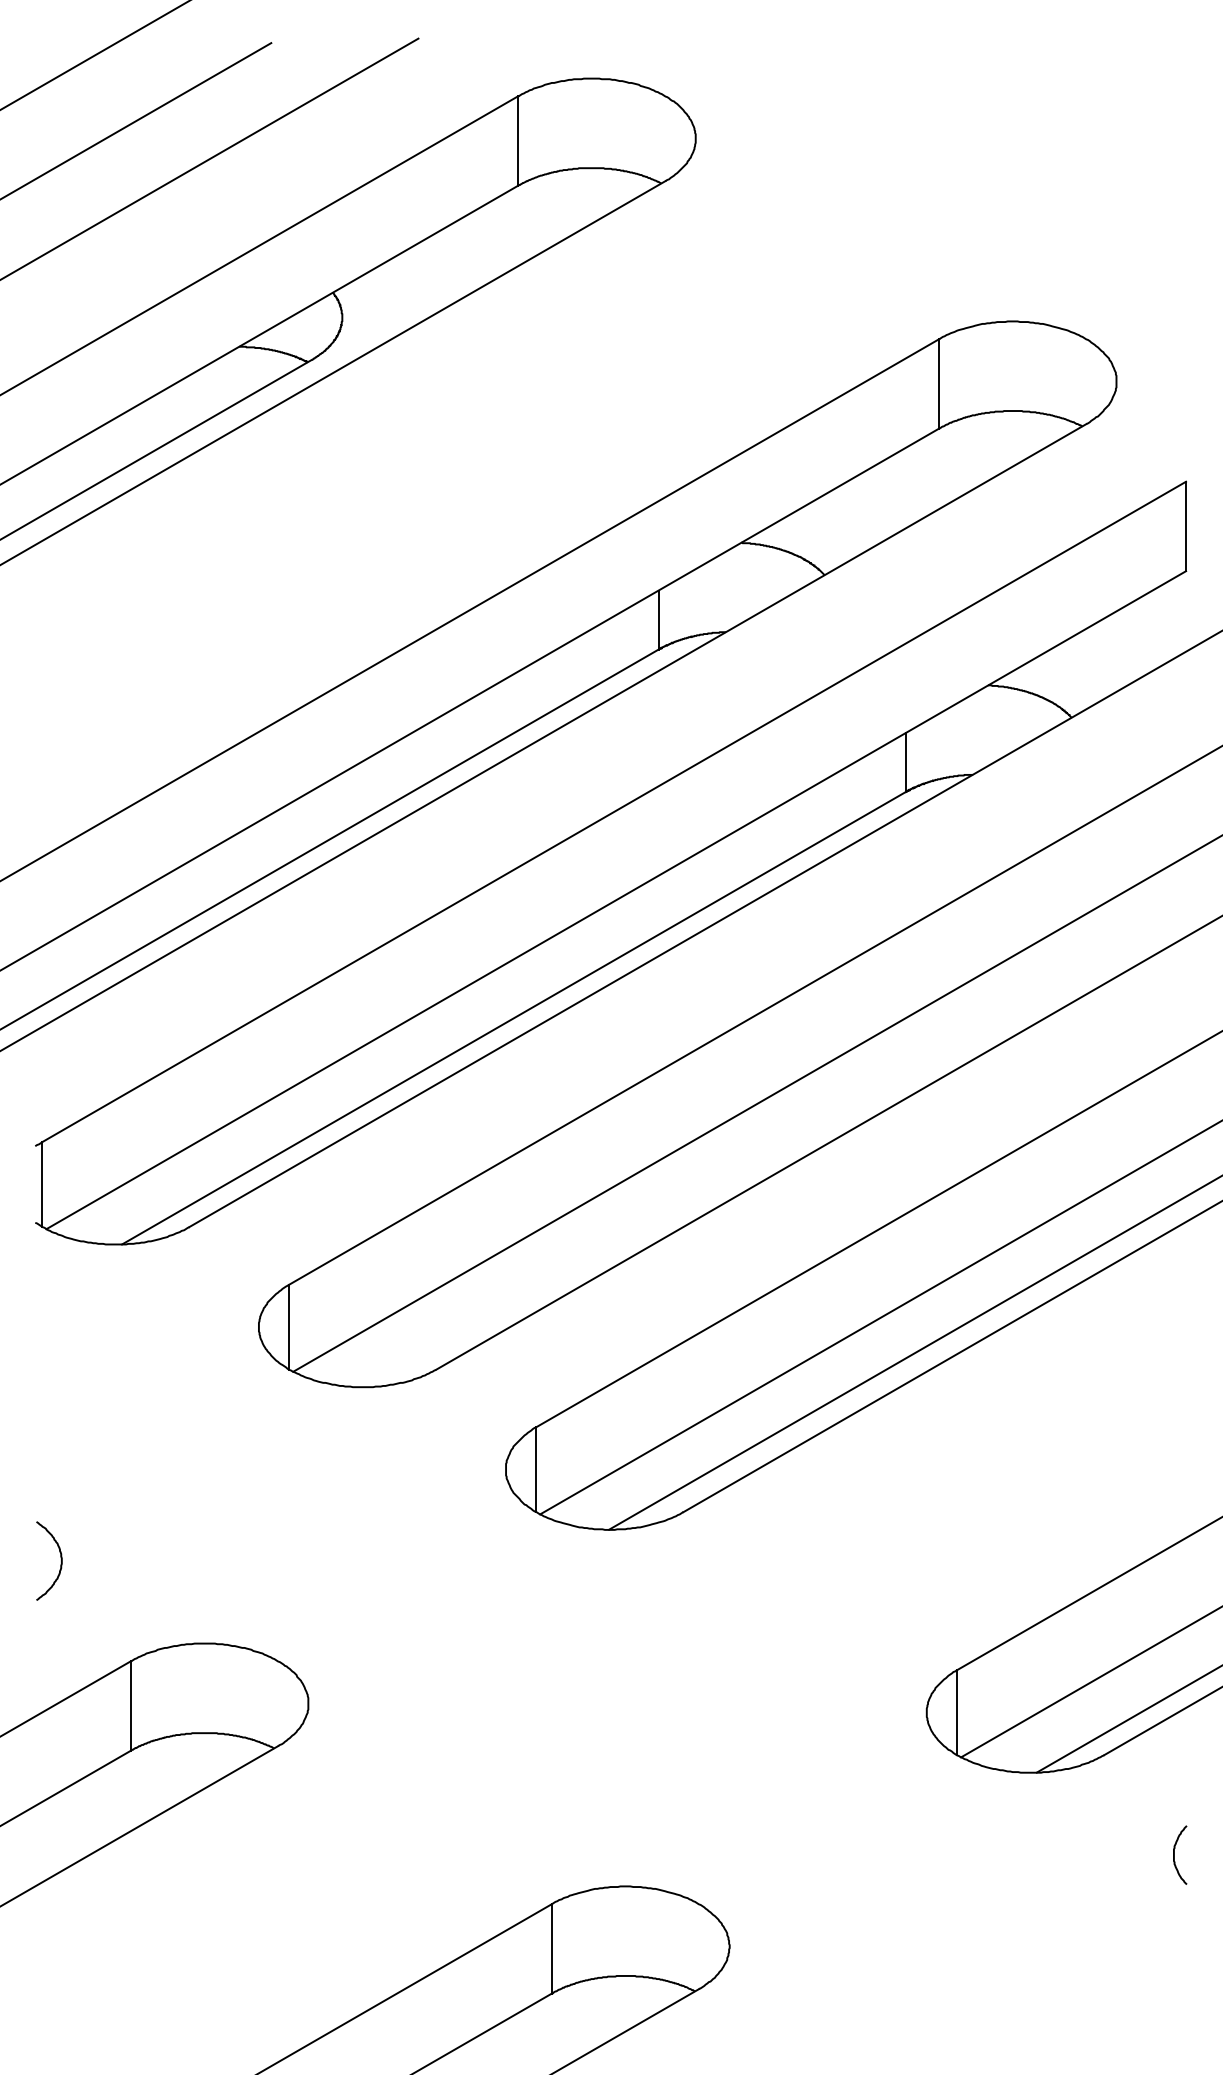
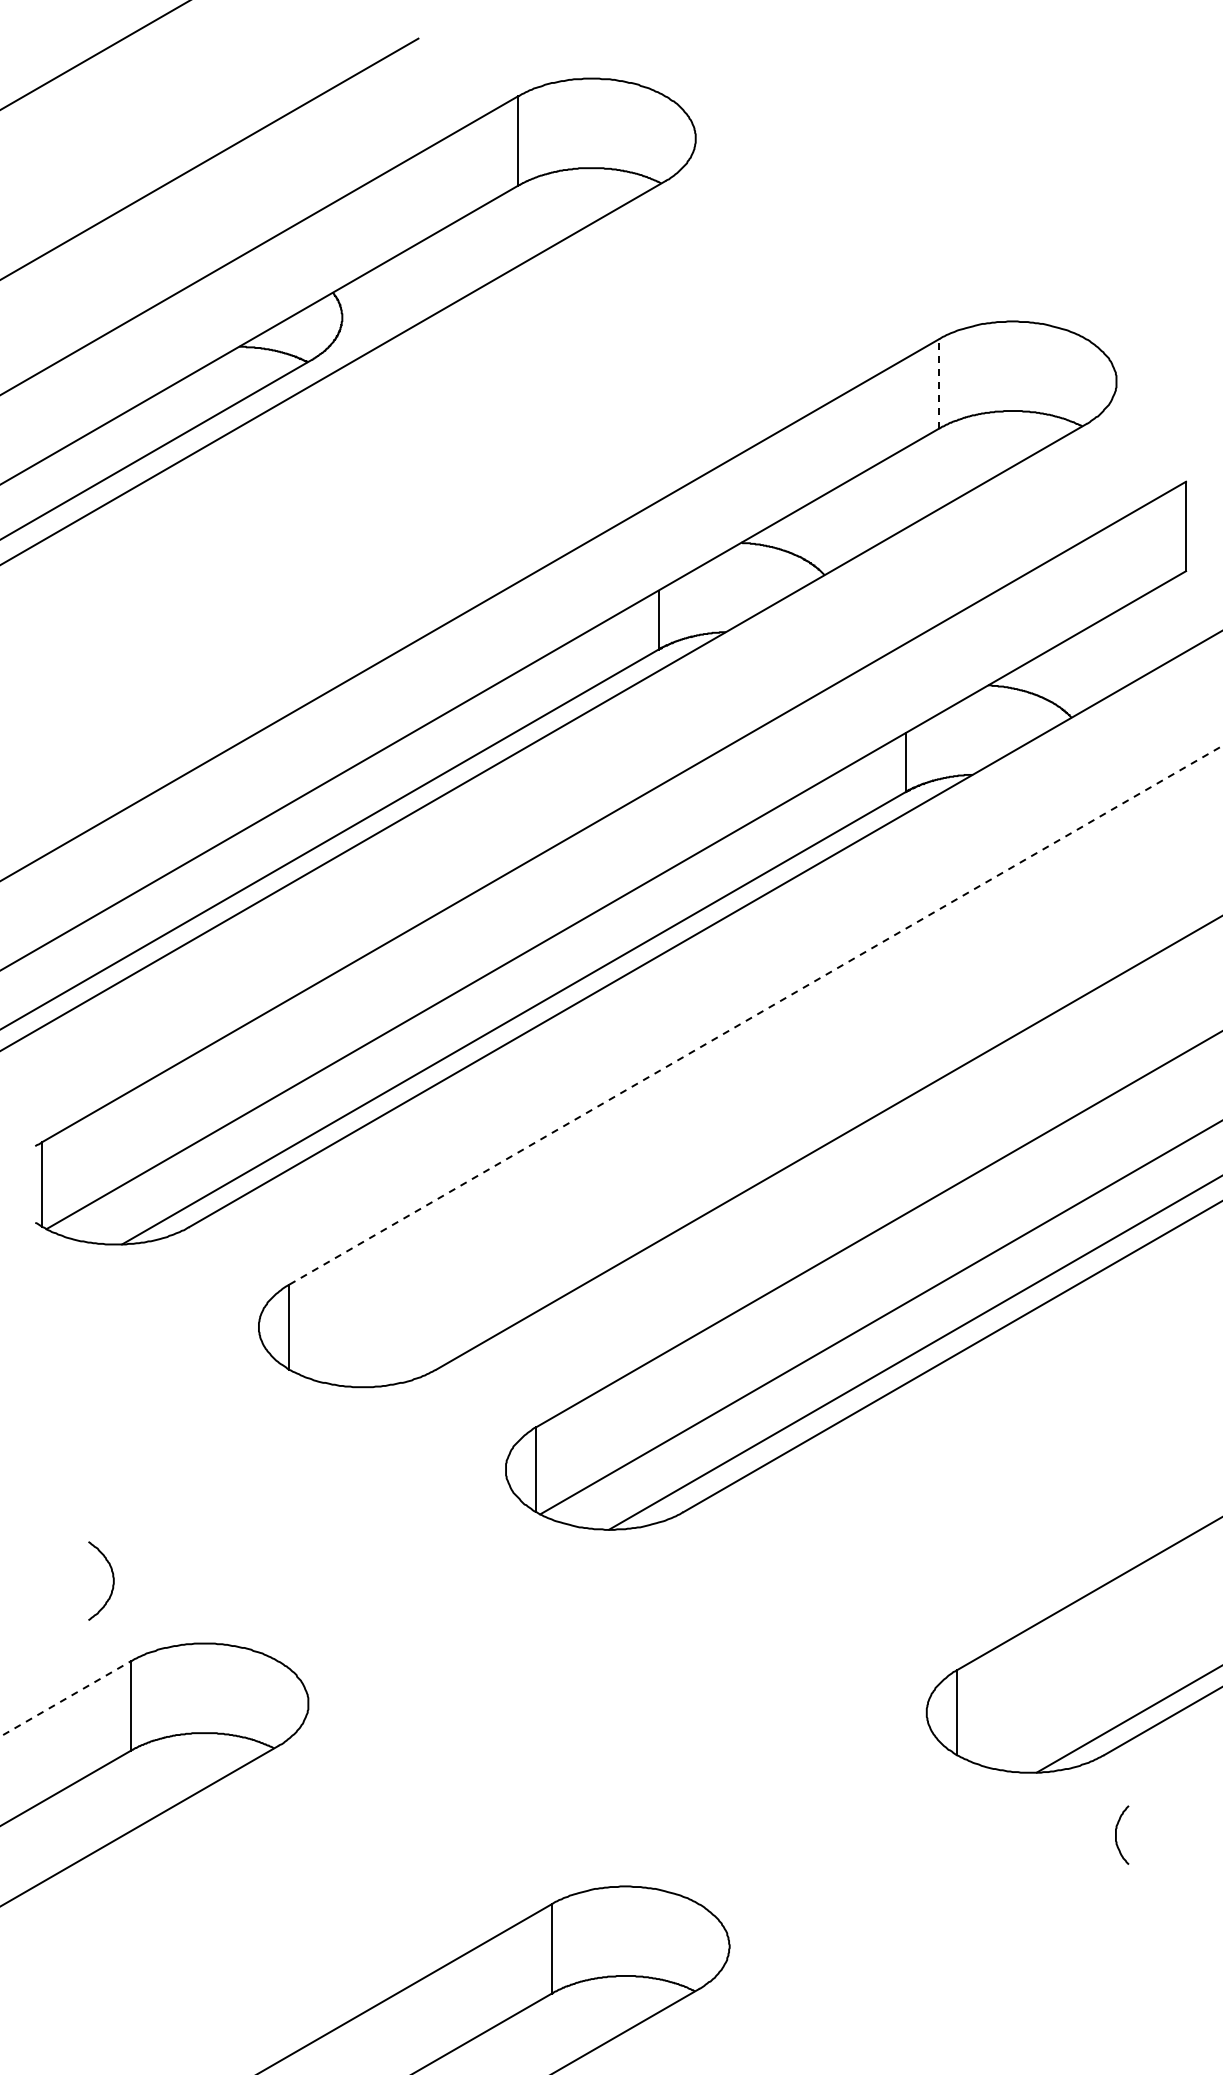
line at (136, 120): present -> none
line at (939, 383): solid -> dashed
line at (756, 1015): solid -> dashed
line at (756, 1103): present -> none
curve at (60, 1558) position: (60, 1558) -> (112, 1578)
line at (1090, 1682): present -> none
line at (66, 1698): solid -> dashed
curve at (1174, 1854) position: (1174, 1854) -> (1116, 1834)
